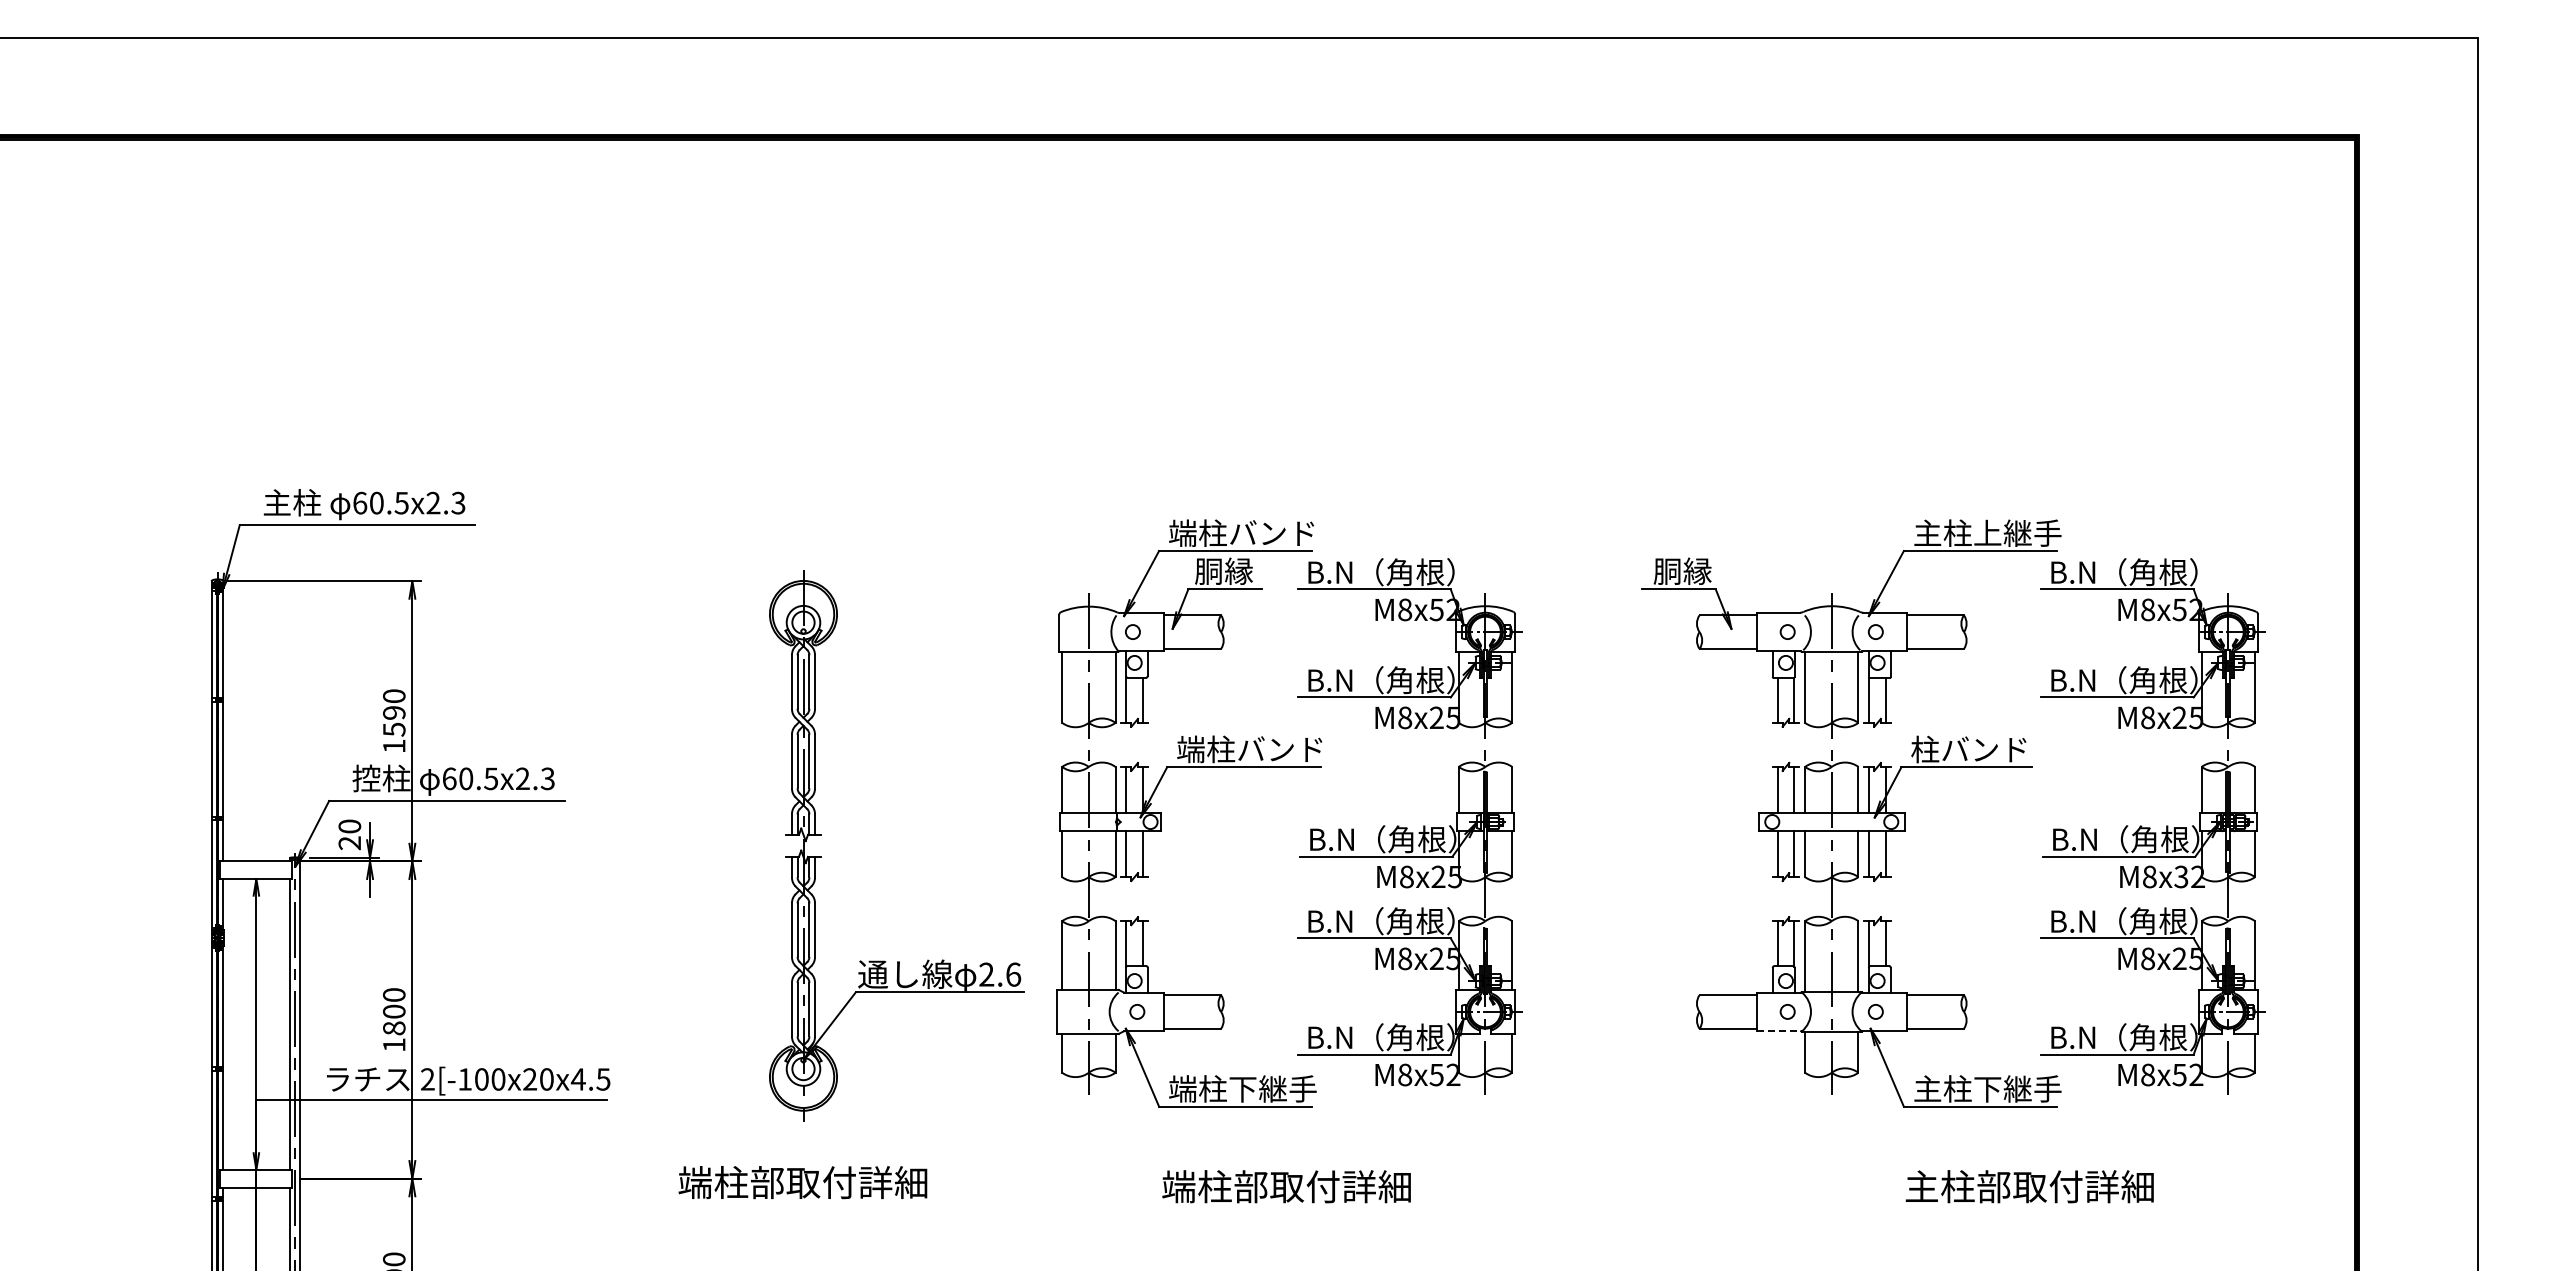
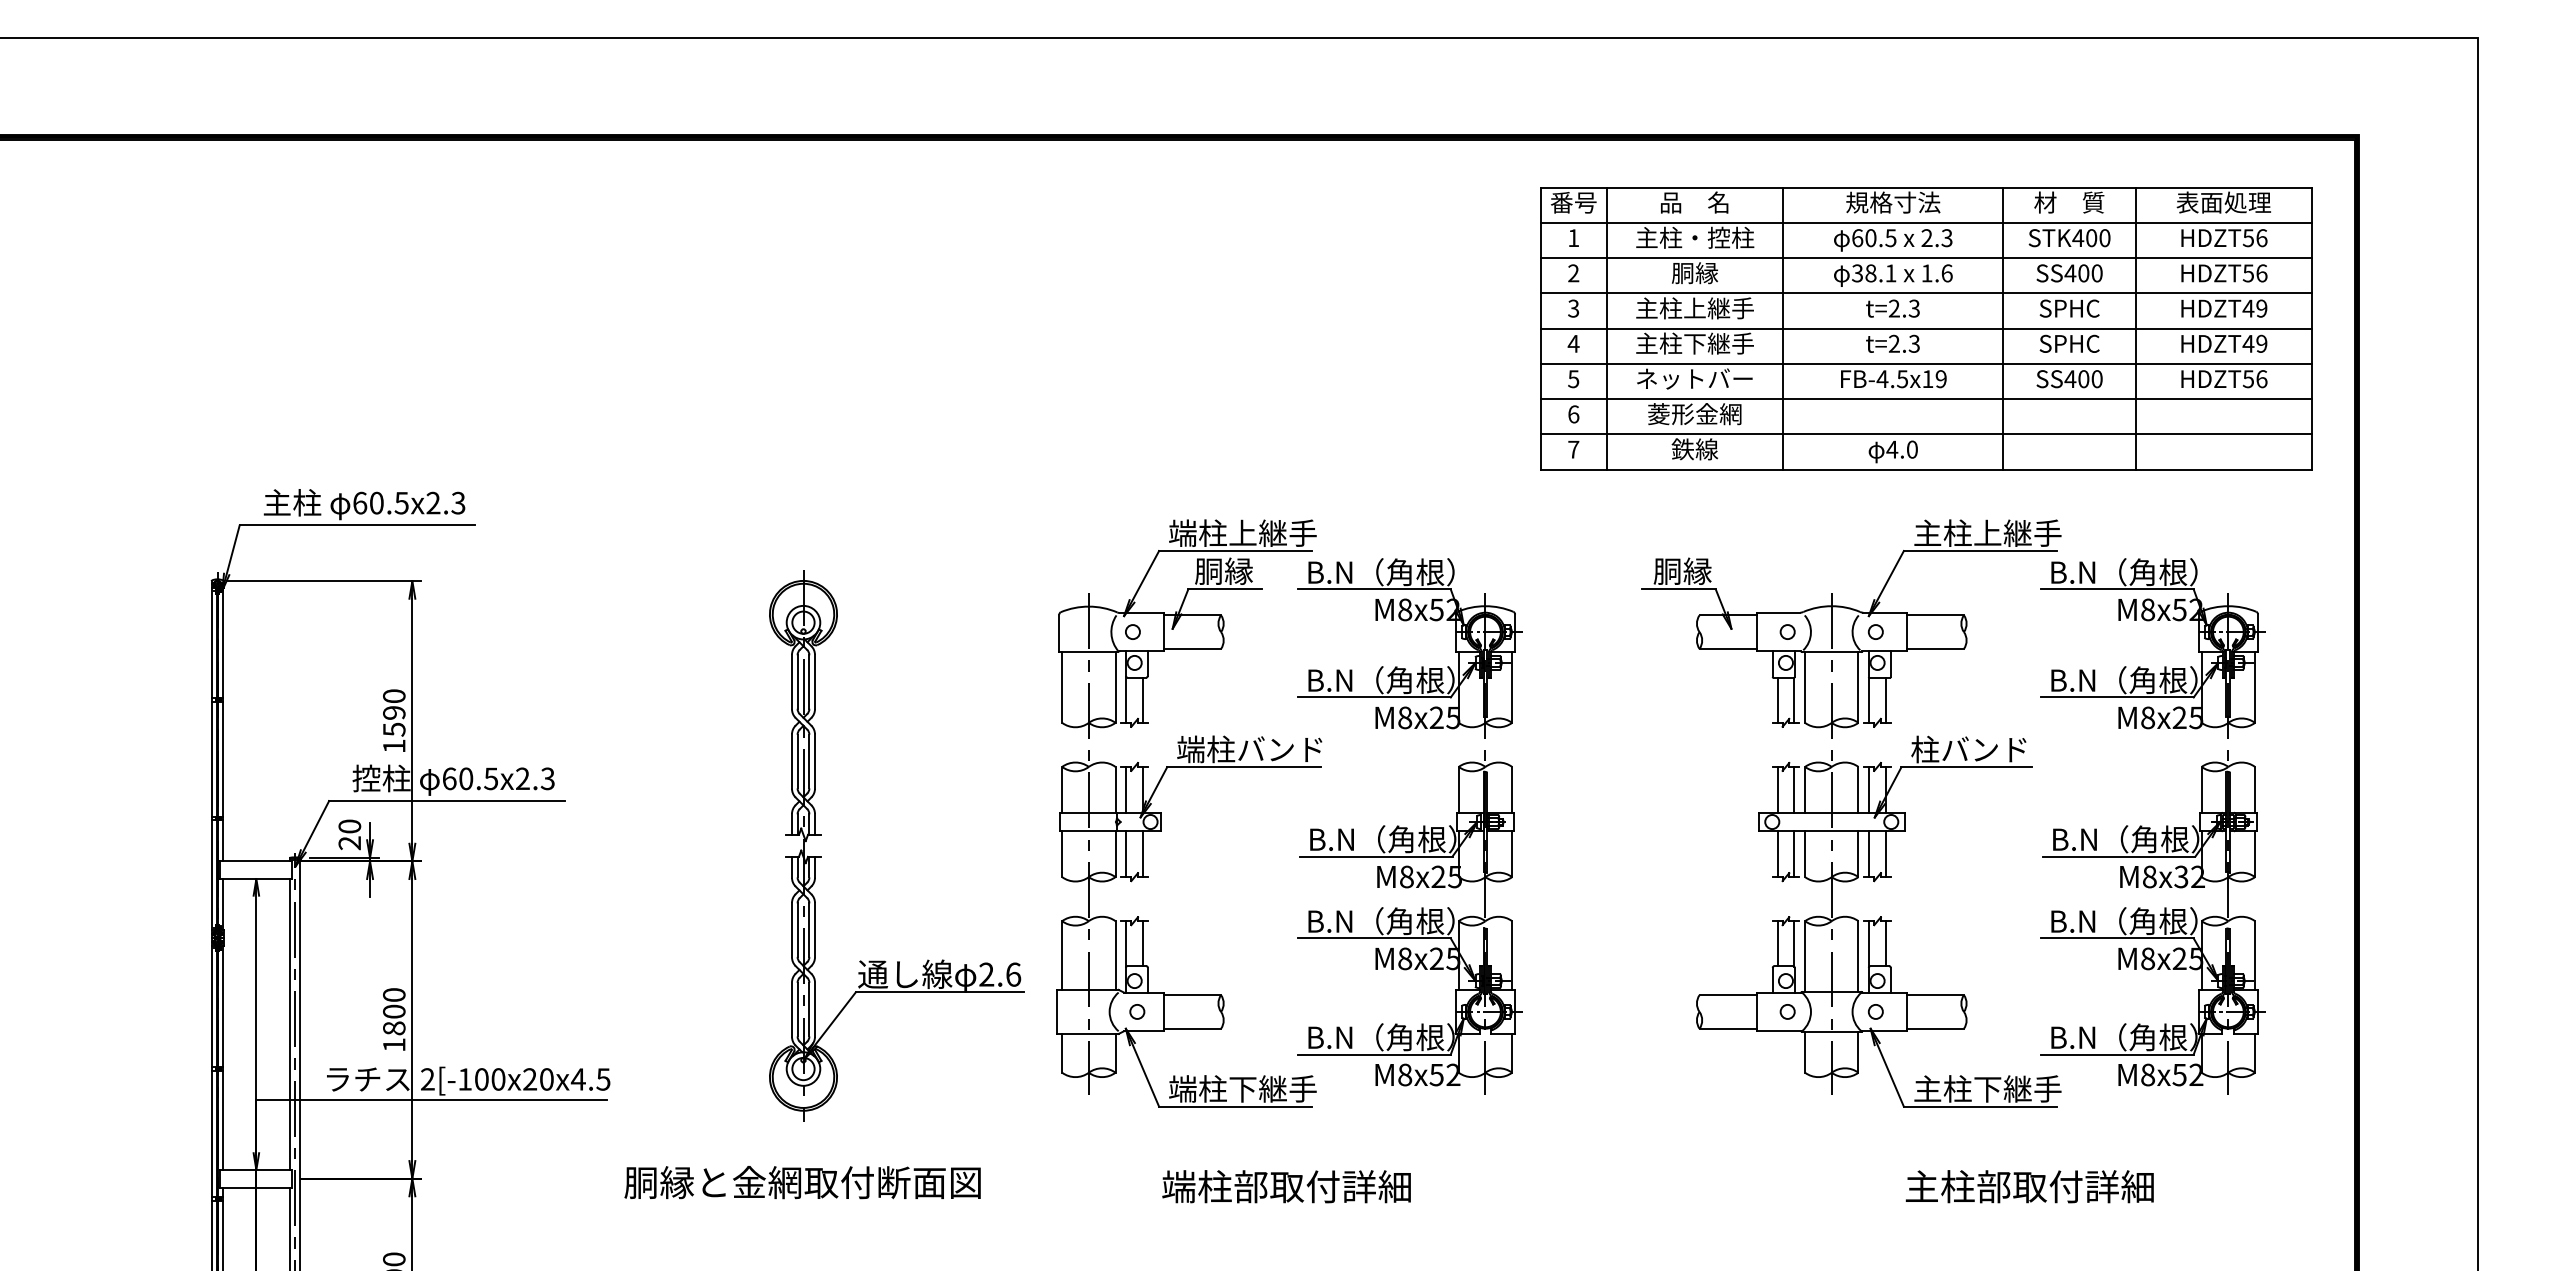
part at (1926, 328): none -> present
text at (1272, 532): 端柱バンド -> 端柱上継手
line at (1779, 1031): dashed -> solid
text at (802, 1182): 端柱部取付詳細 -> 胴縁と金網取付断面図
